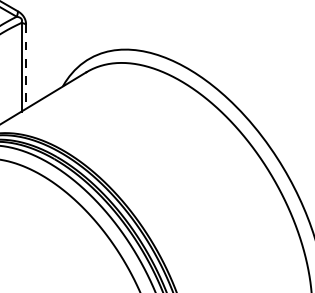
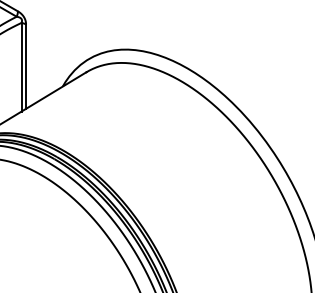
line at (26, 67): dashed -> solid
